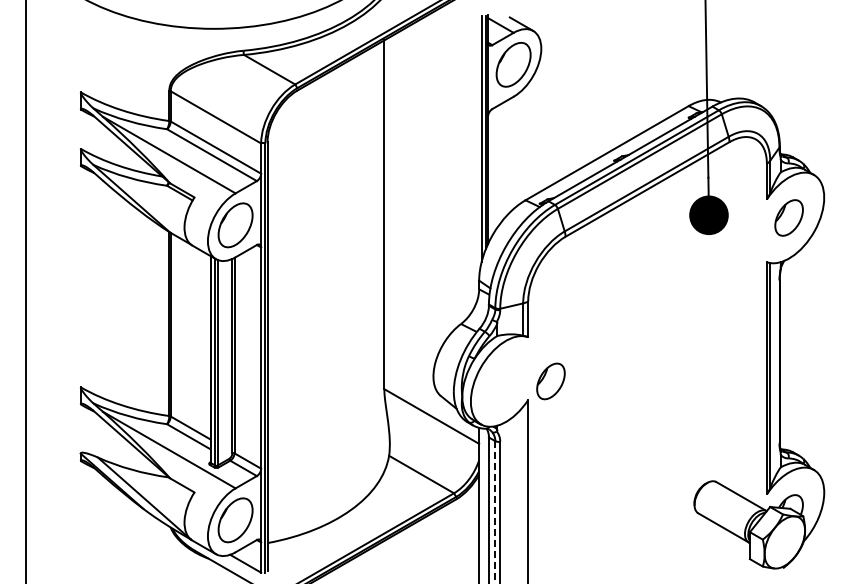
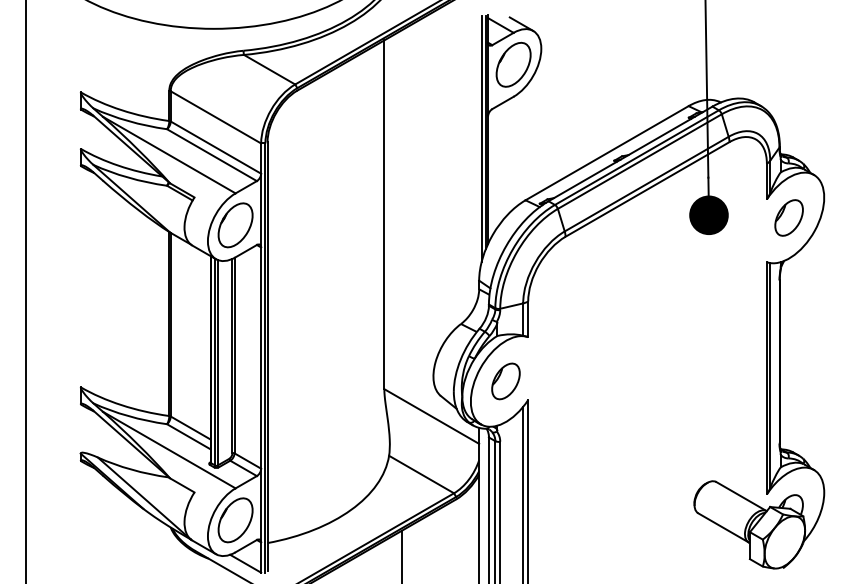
part at (550, 381) position: (550, 381) -> (505, 381)
line at (523, 493): none -> present
line at (495, 512): dashed -> solid
line at (402, 555): none -> present
